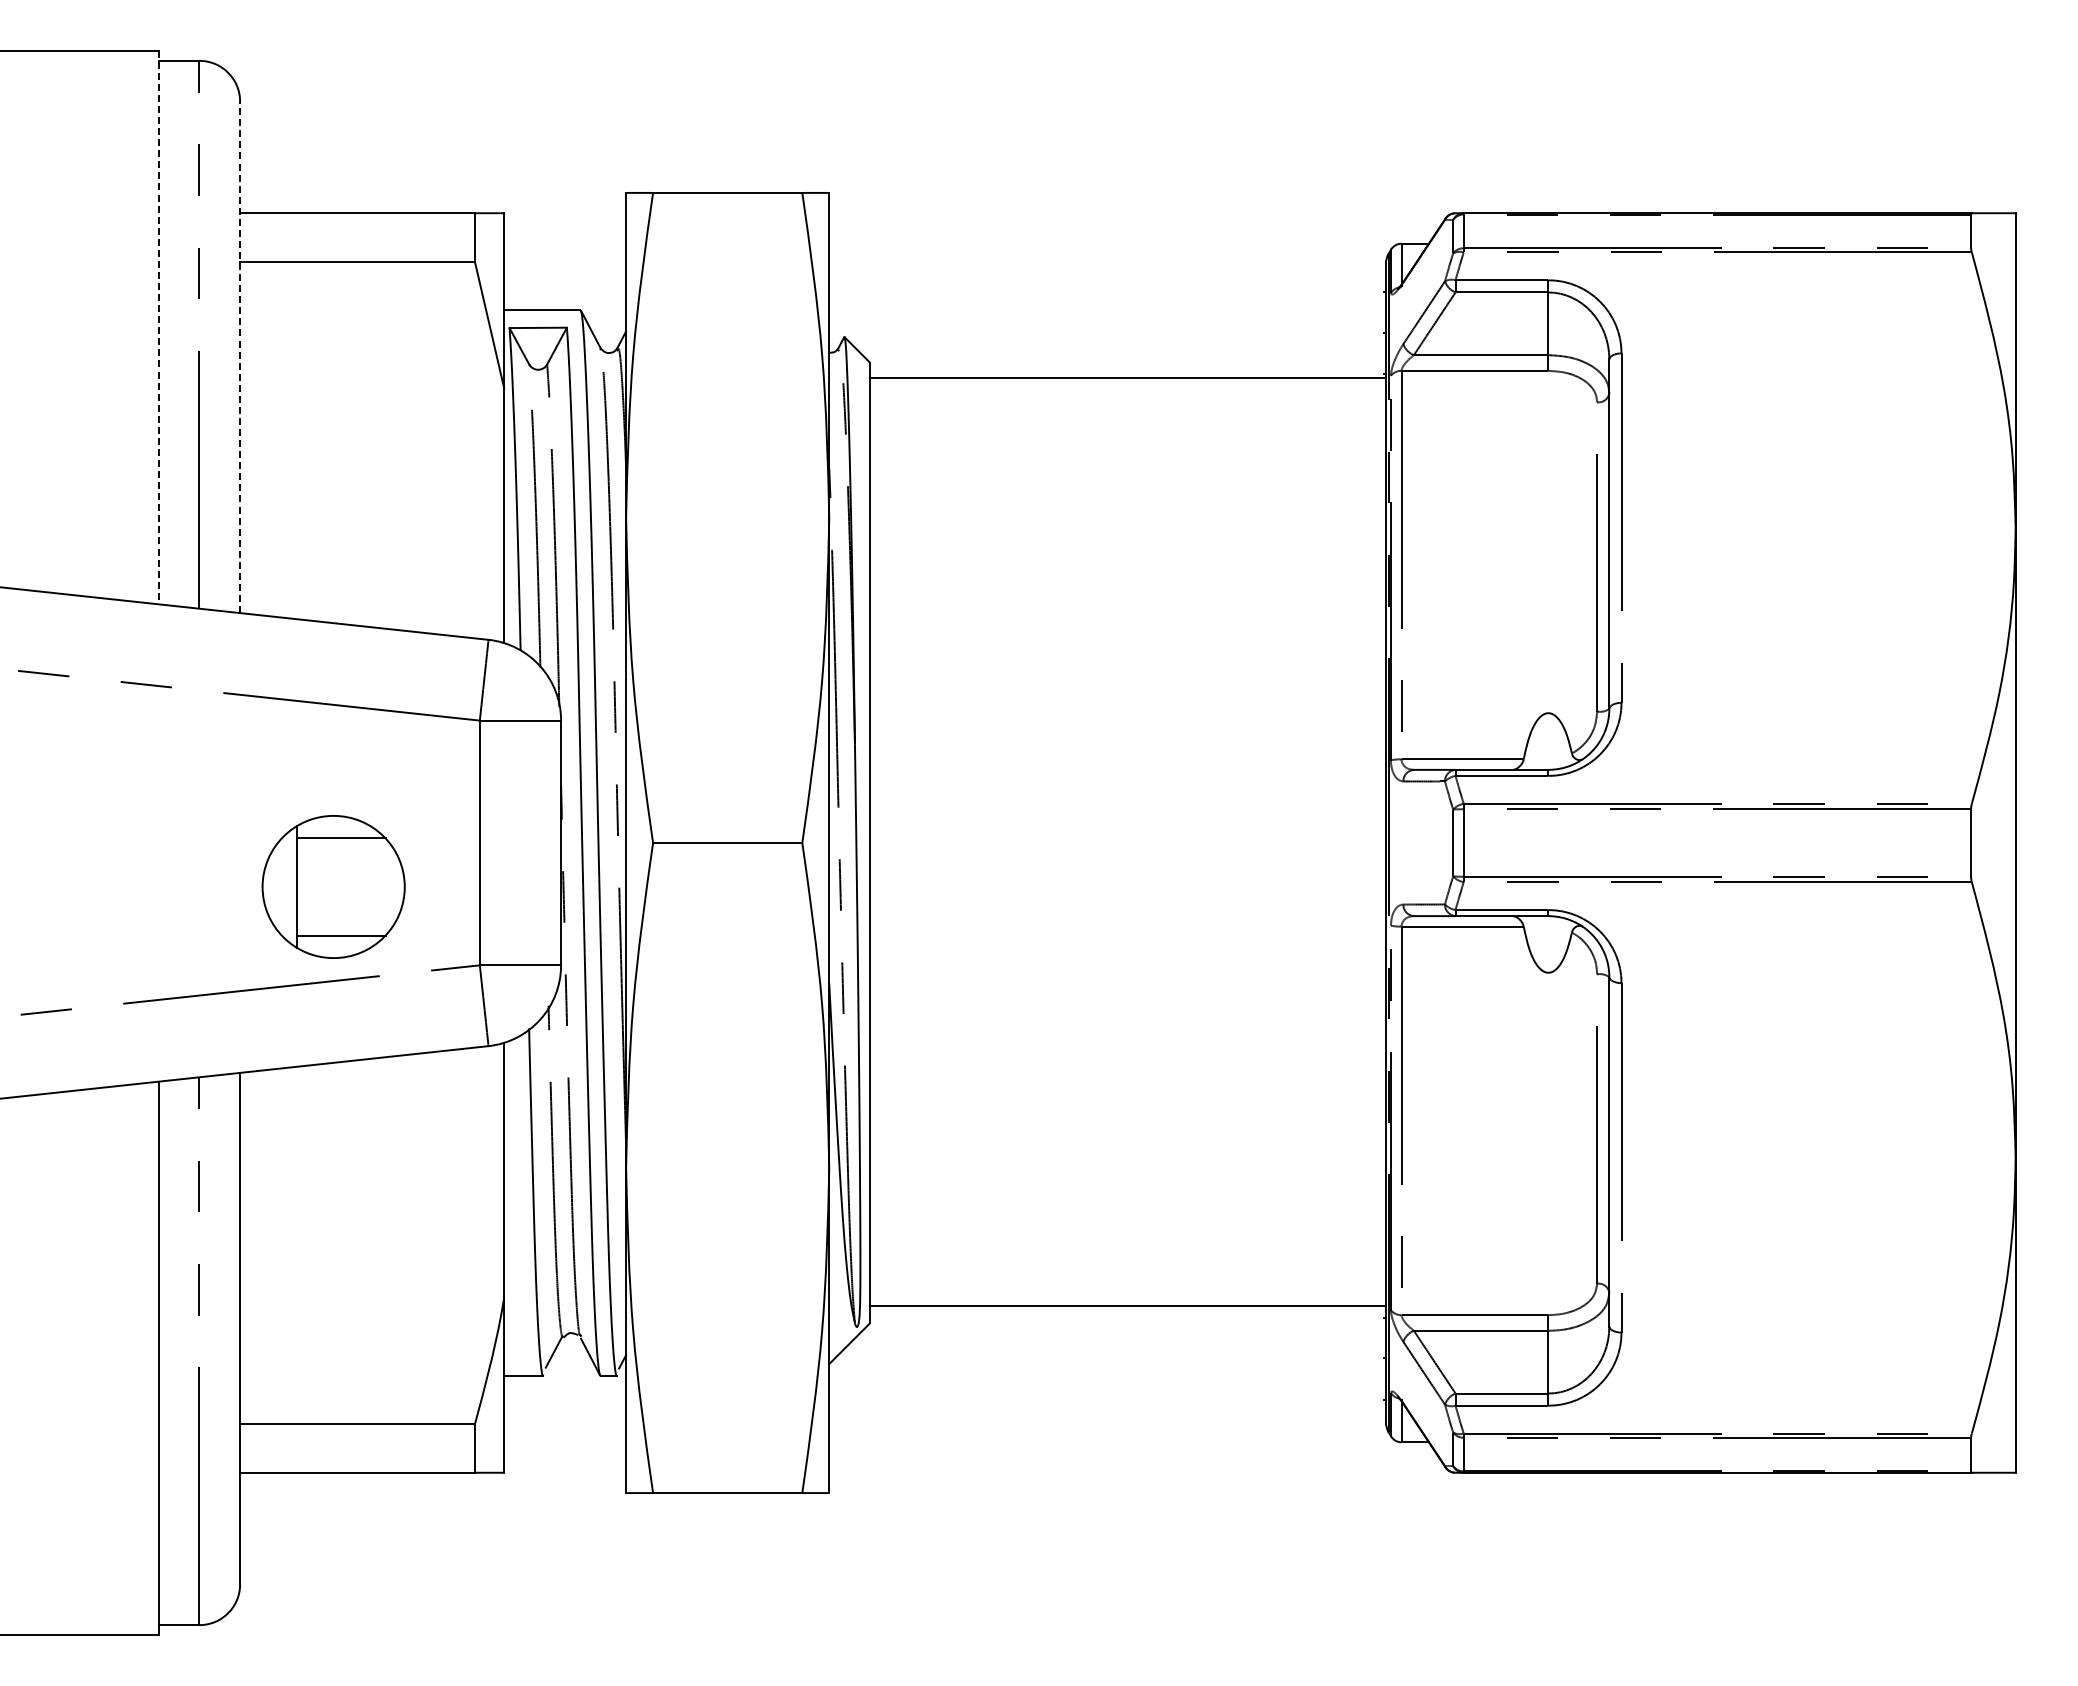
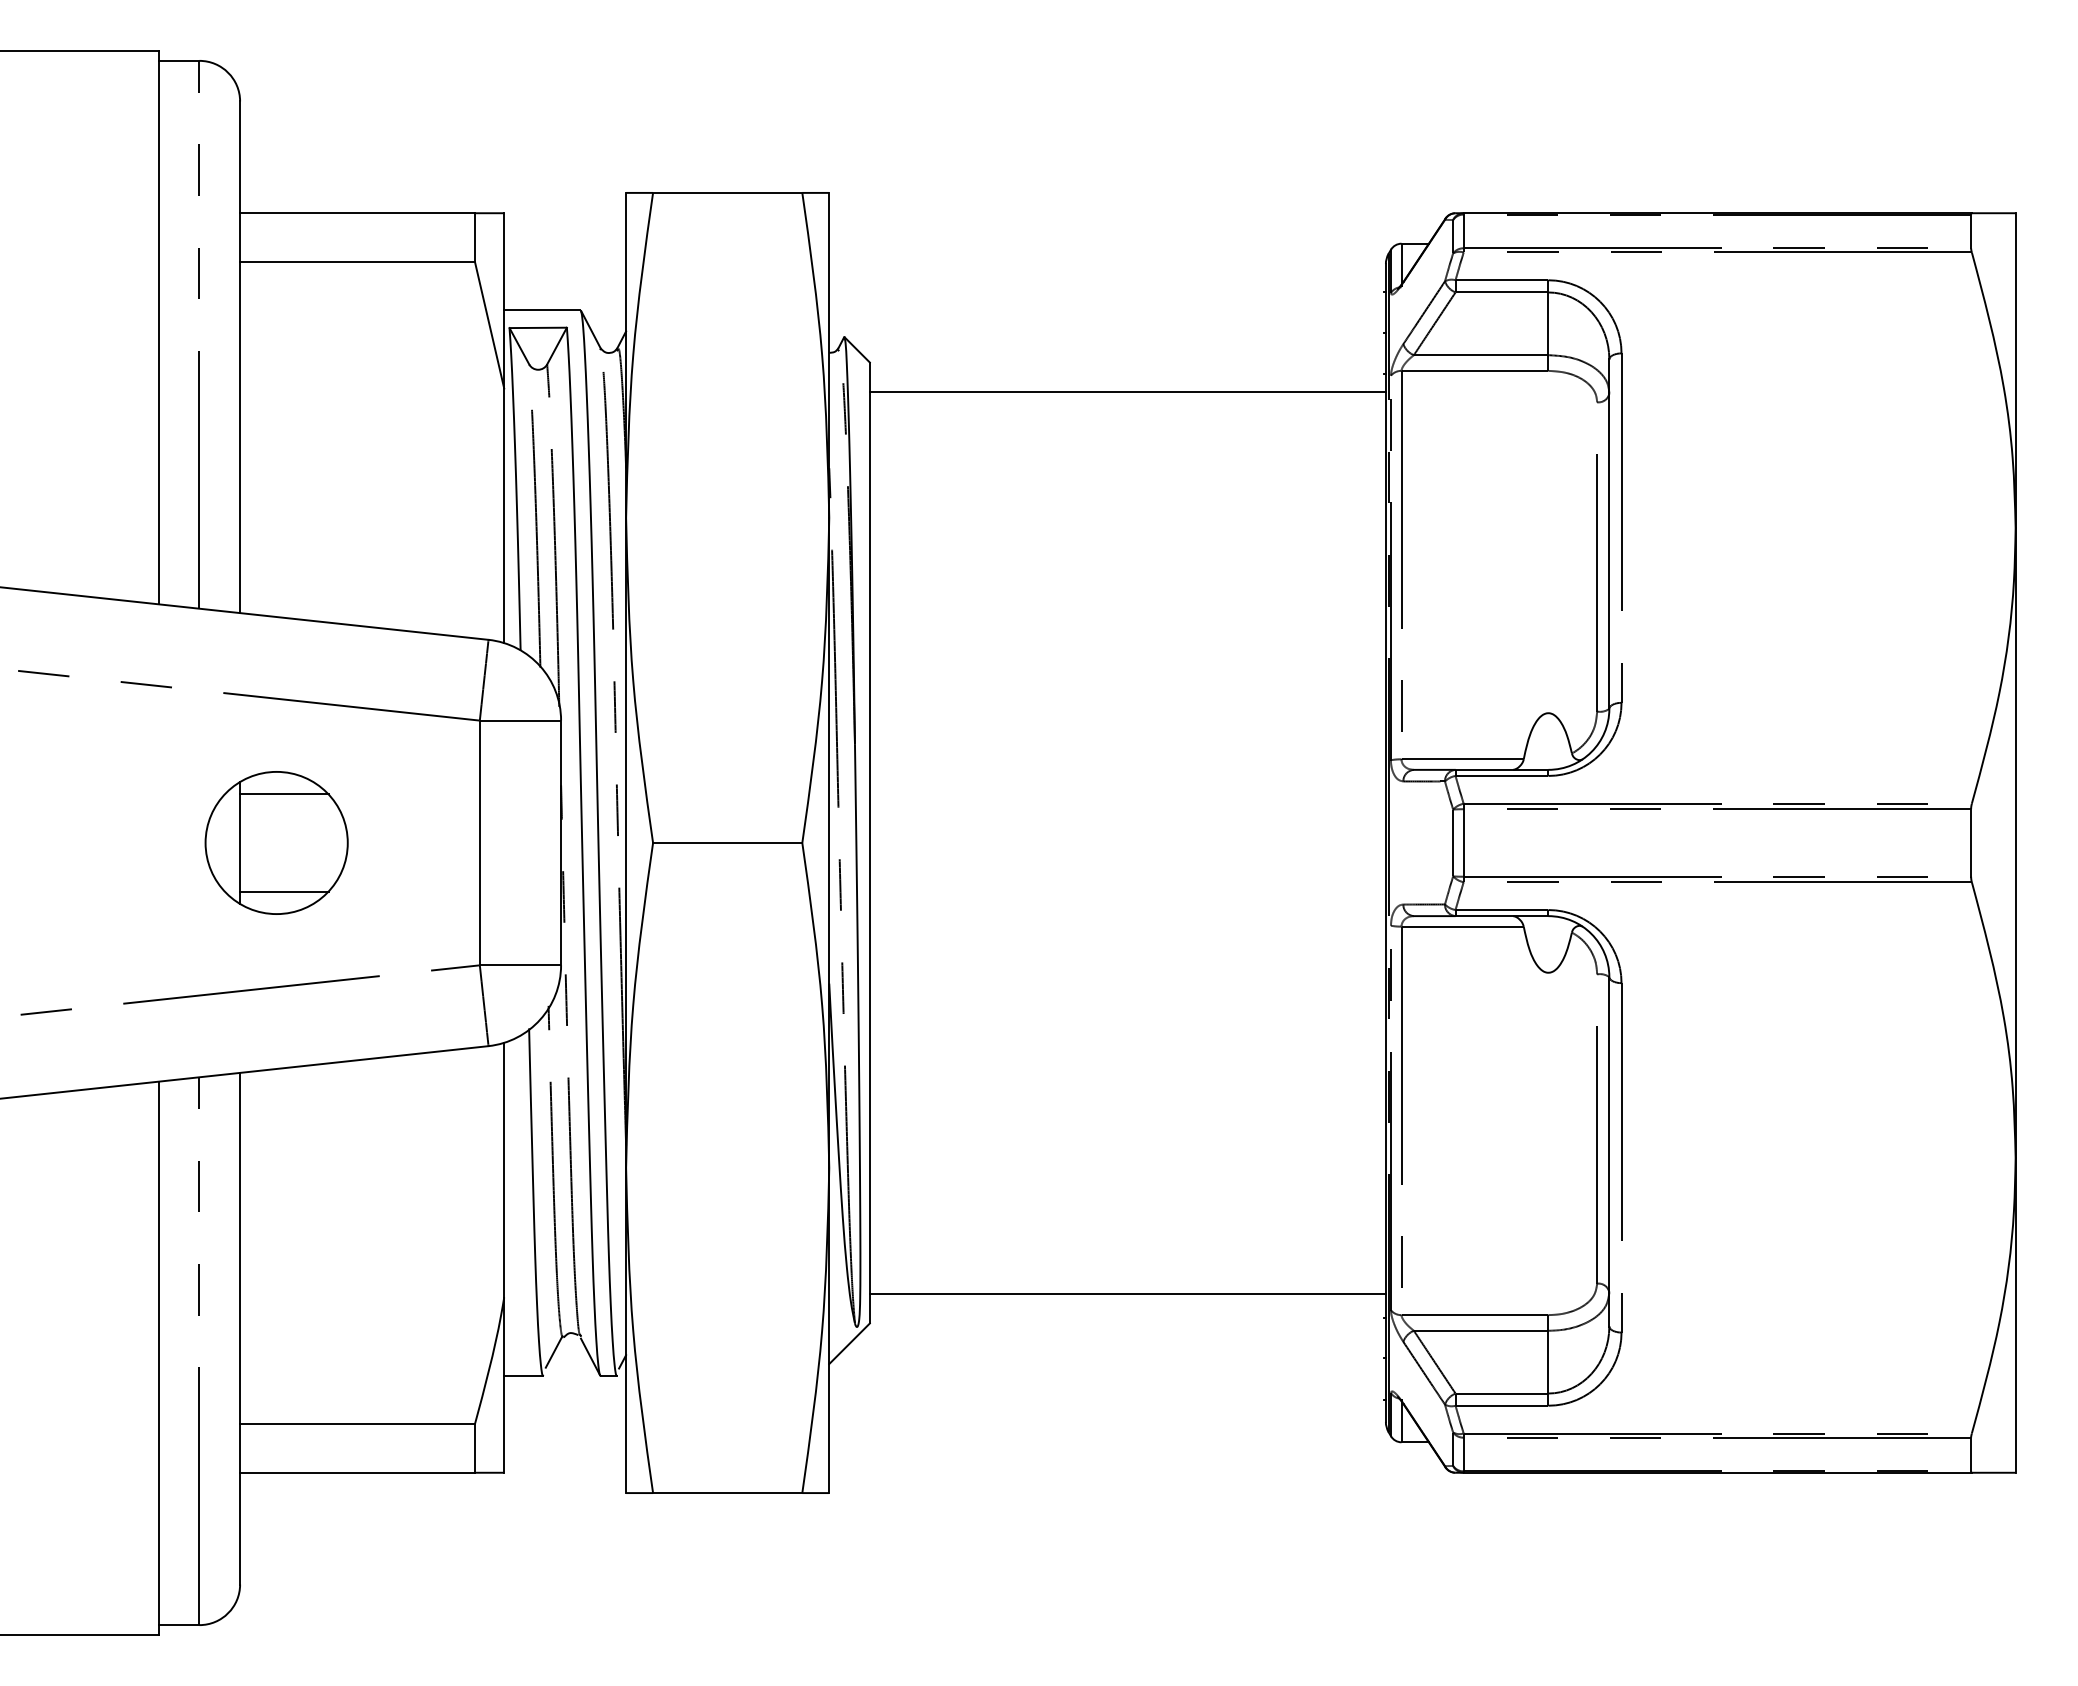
line at (158, 327): dashed -> solid
line at (240, 357): dashed -> solid
line at (1127, 378) position: (1127, 378) -> (1127, 392)
part at (333, 886) position: (333, 886) -> (276, 842)
line at (1127, 1305) position: (1127, 1305) -> (1127, 1293)
